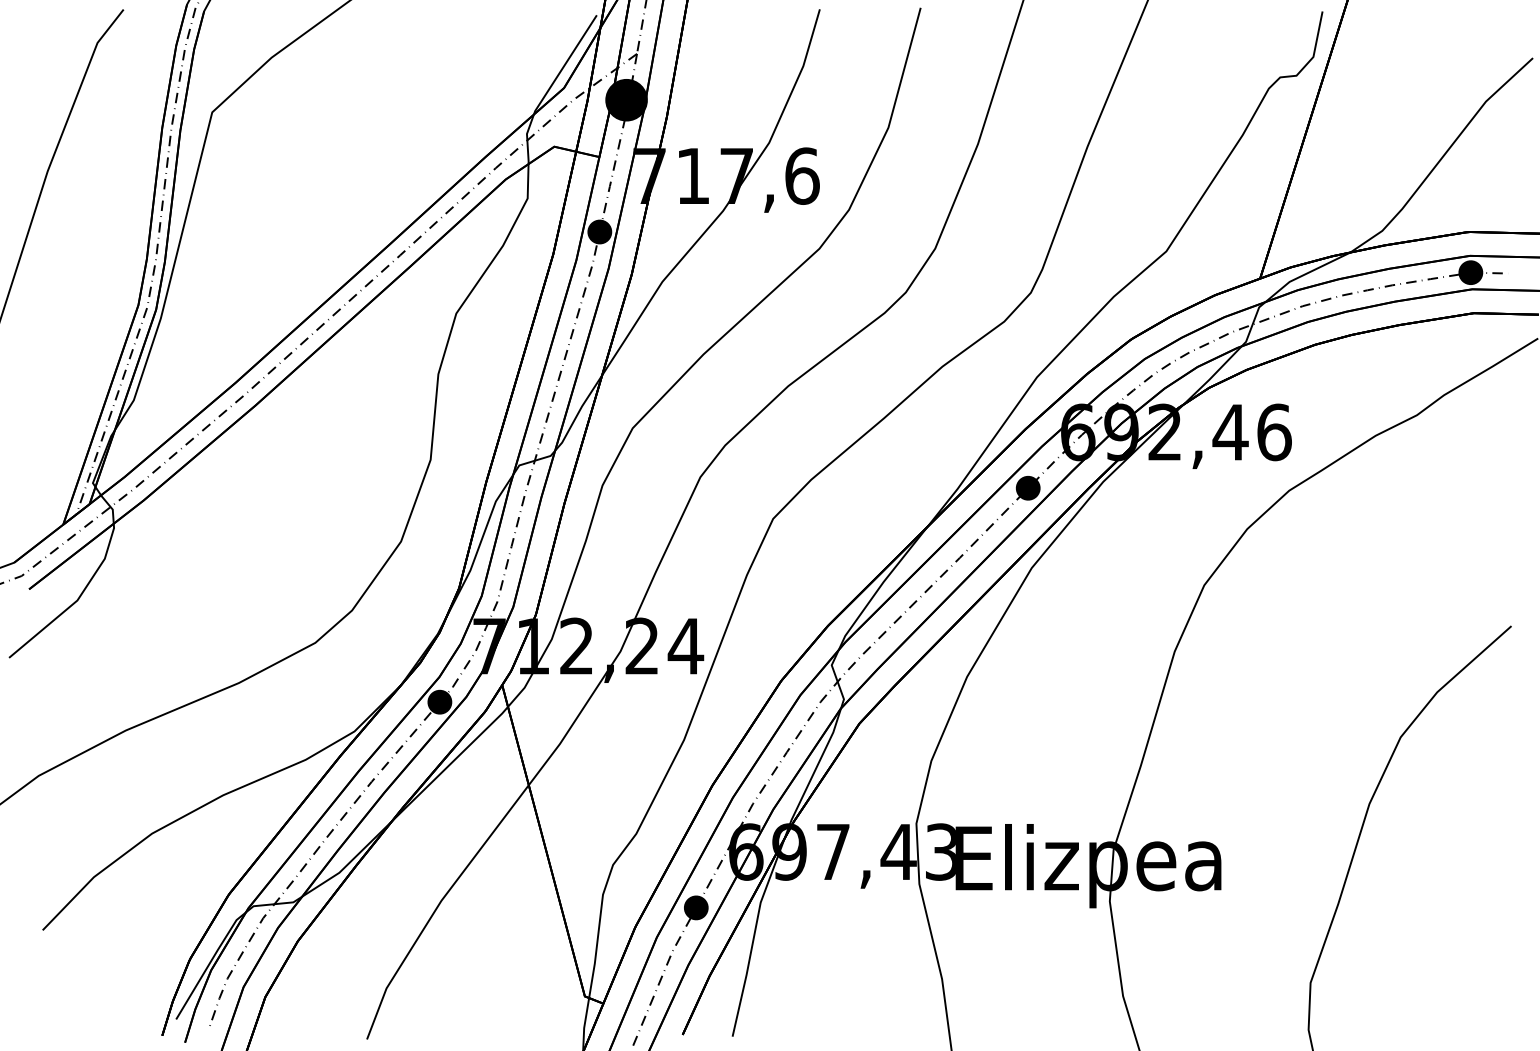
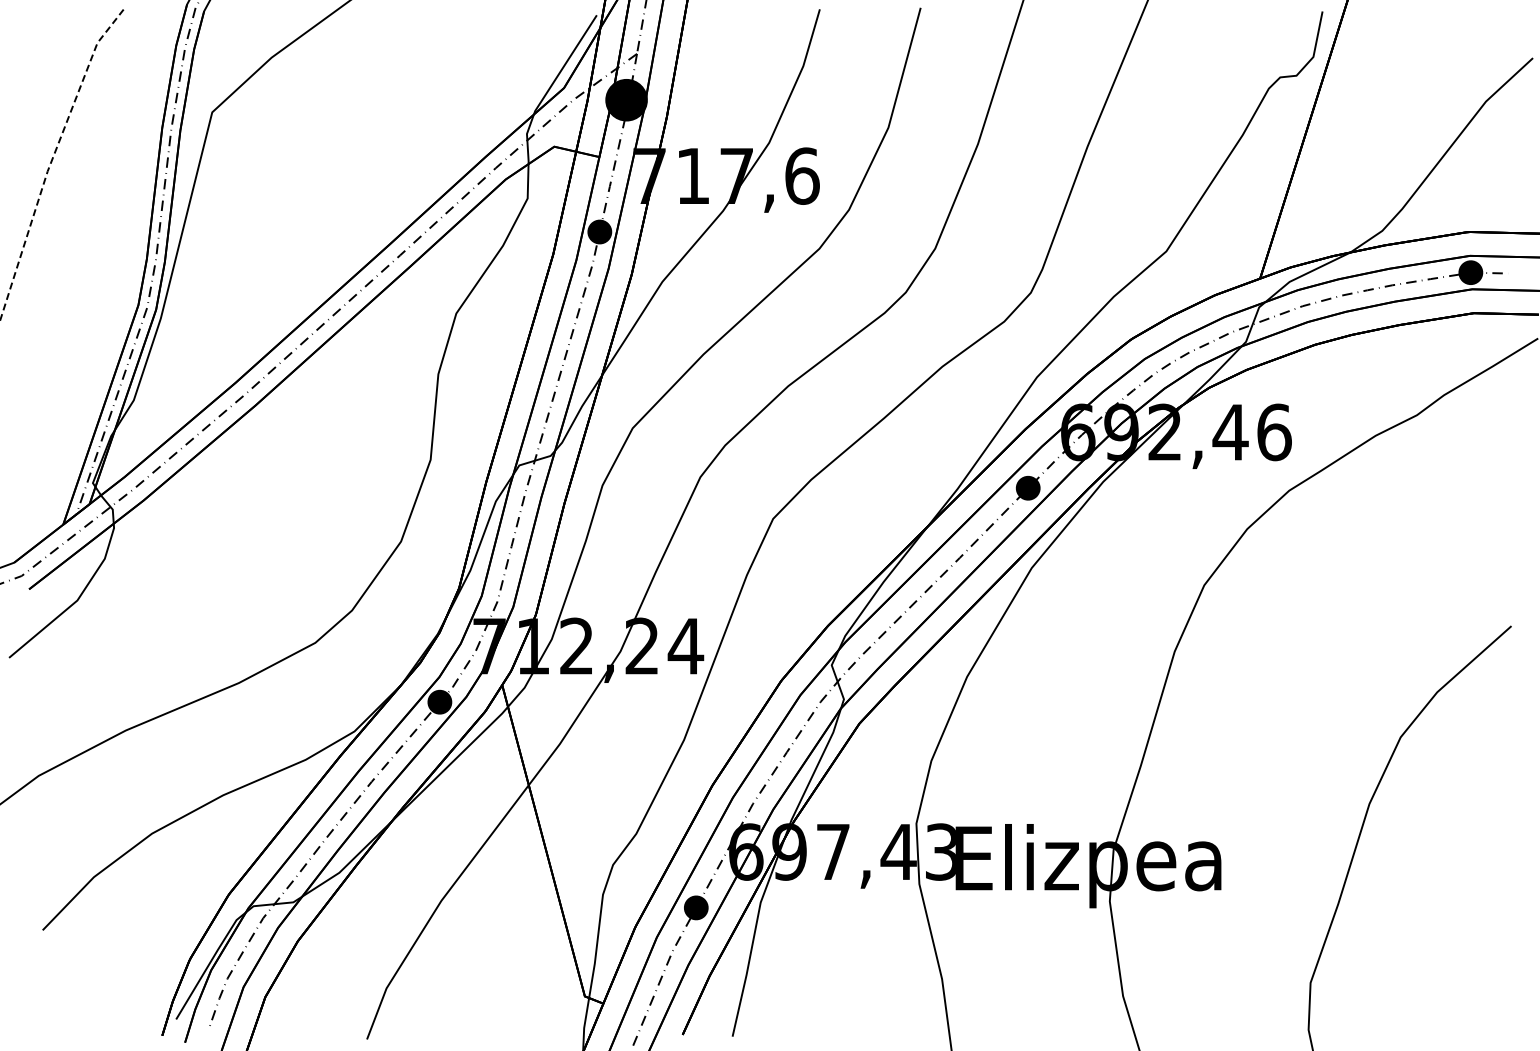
line at (52, 160): solid -> dashed
